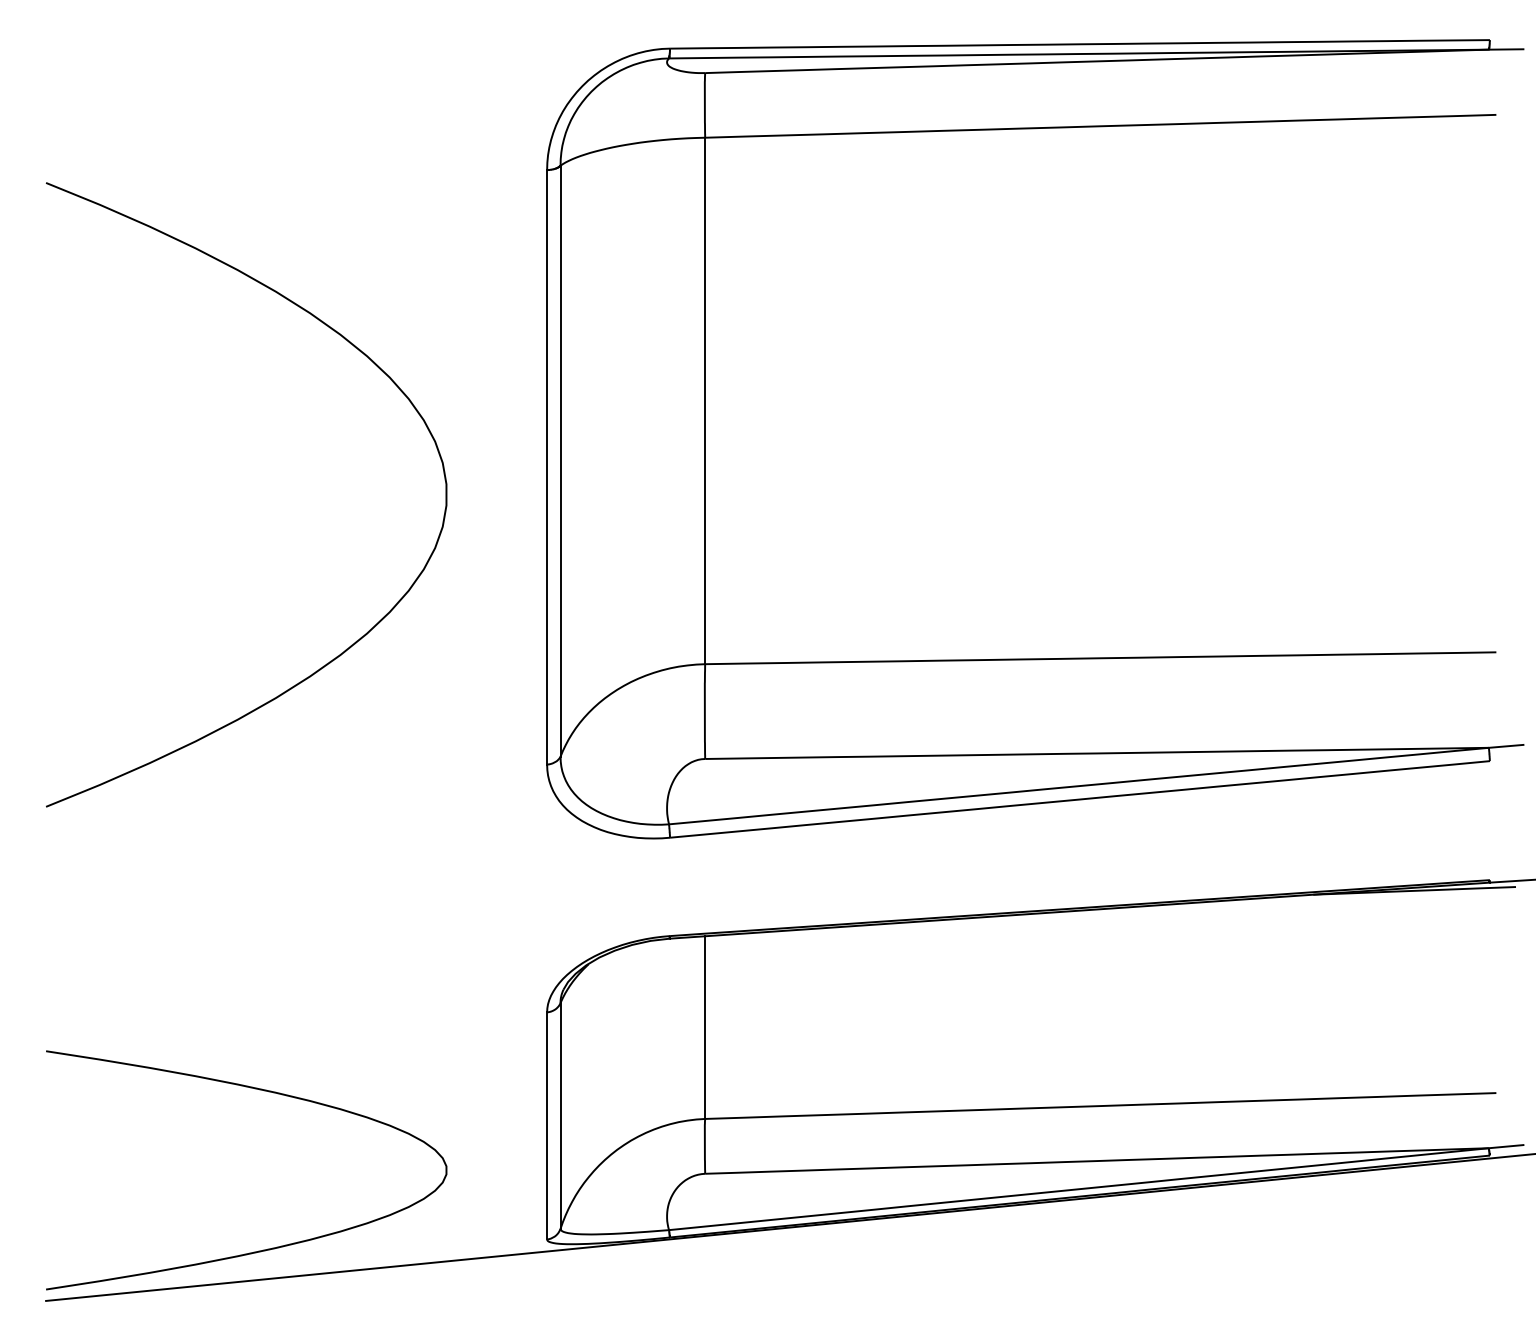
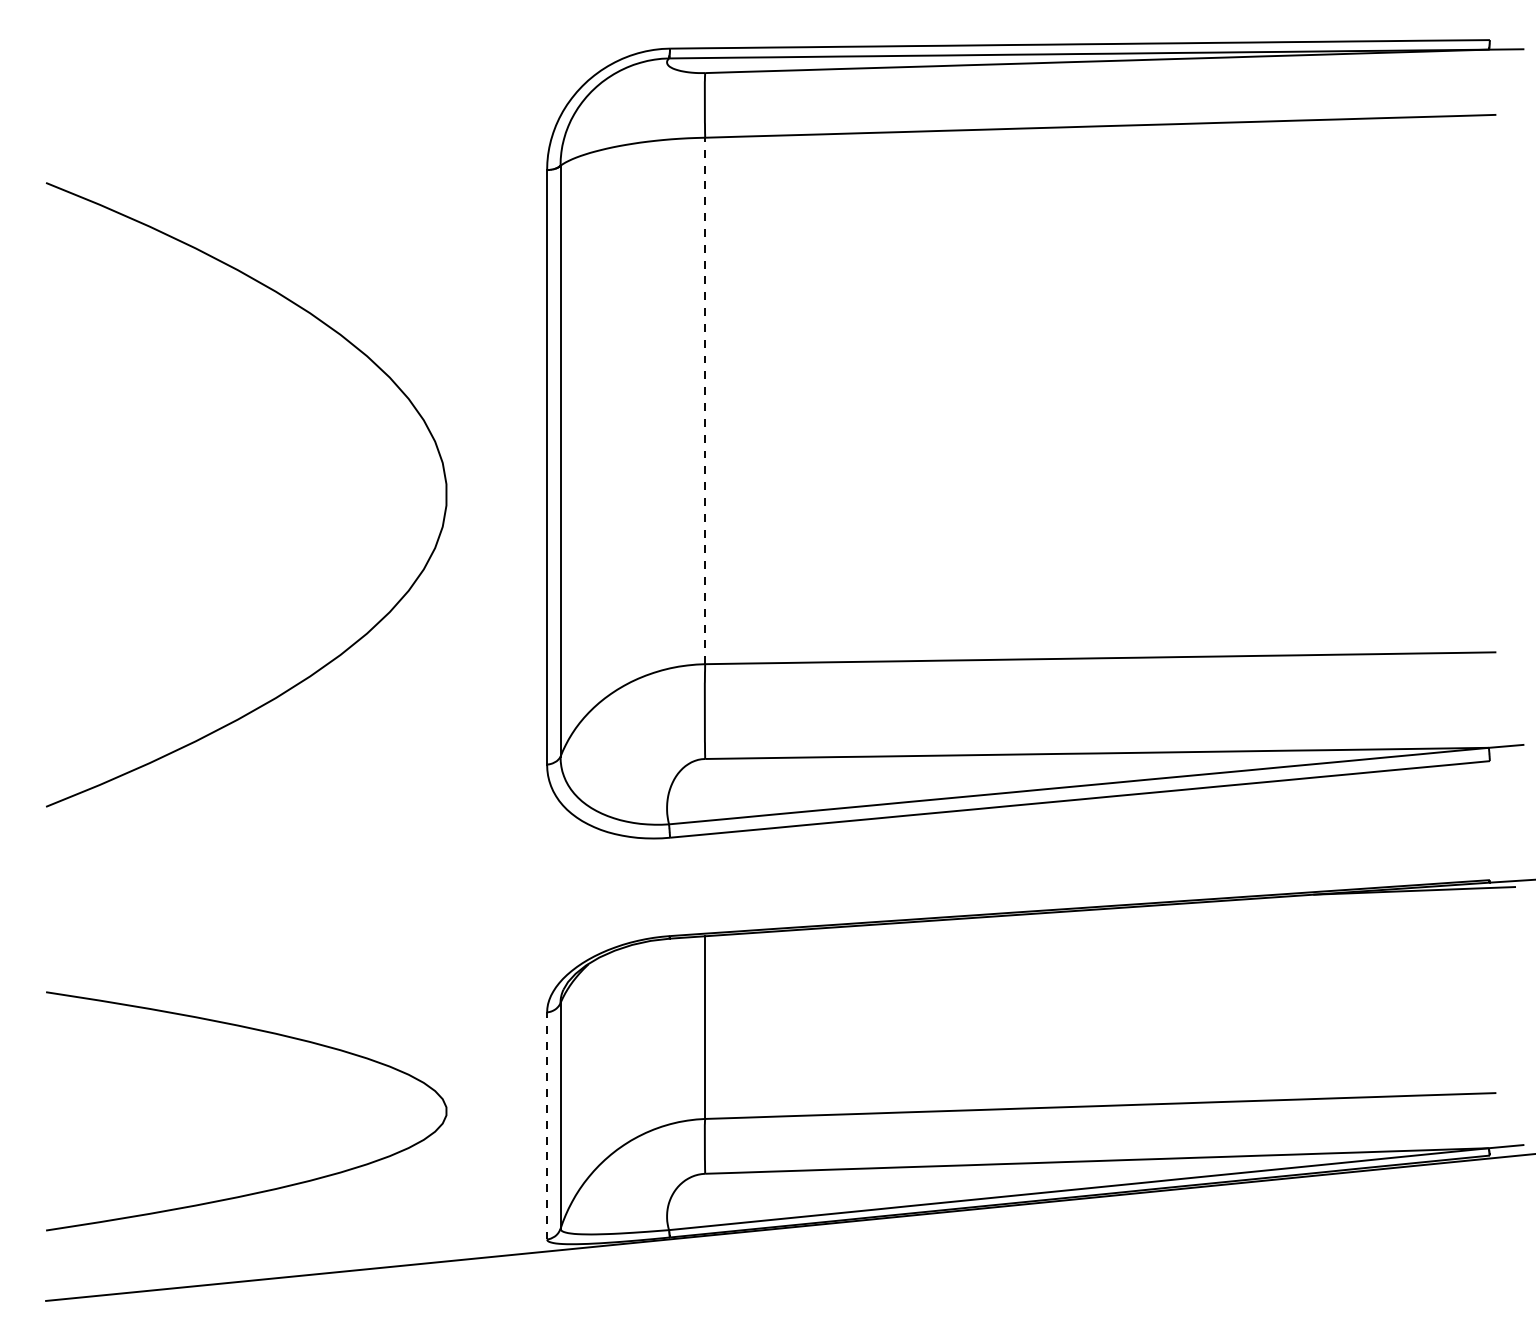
line at (705, 400): solid -> dashed
line at (547, 1125): solid -> dashed
curve at (267, 1248) position: (267, 1248) -> (267, 1189)
